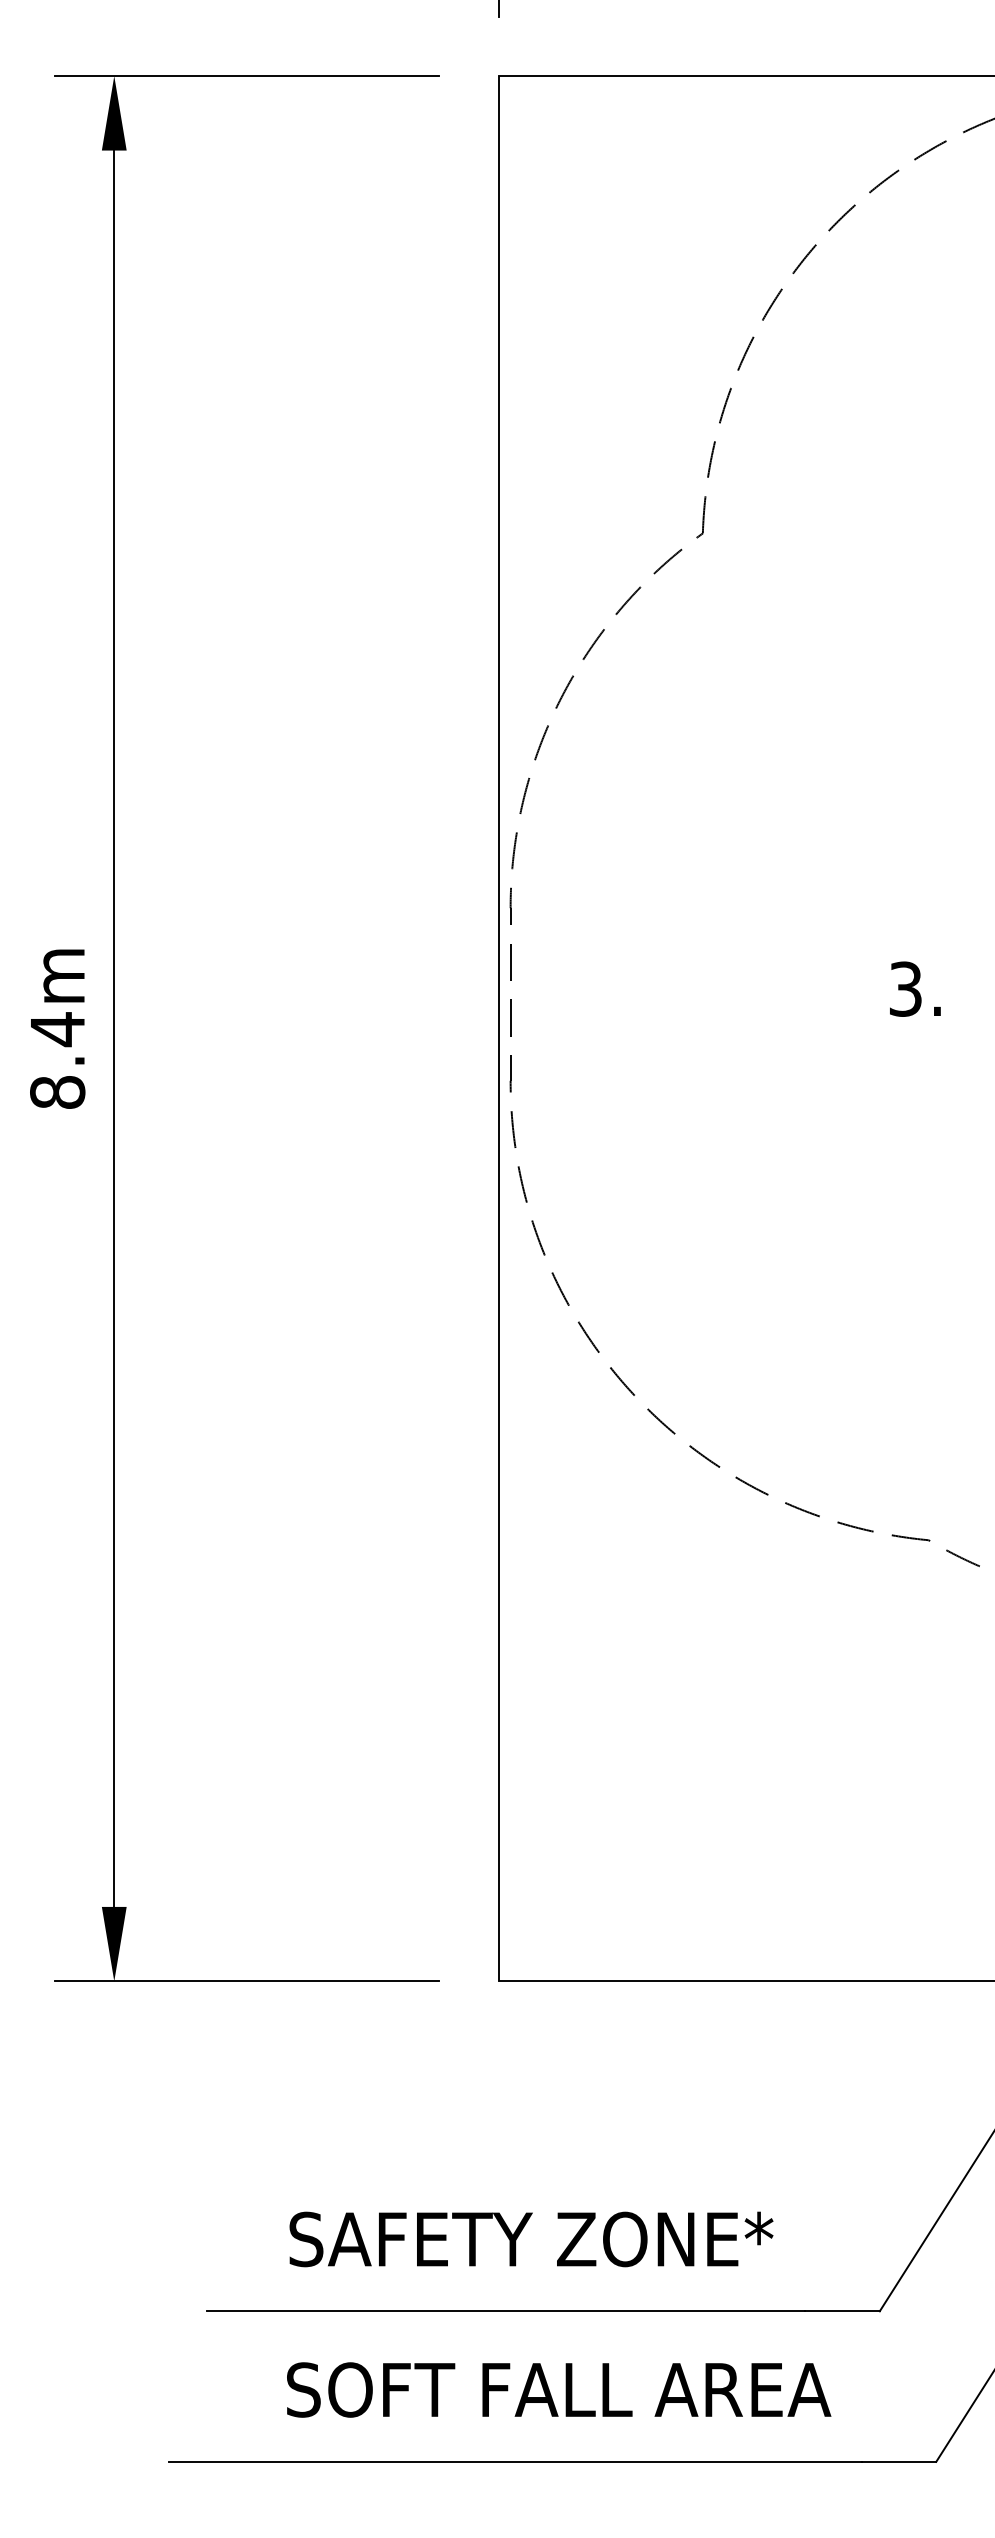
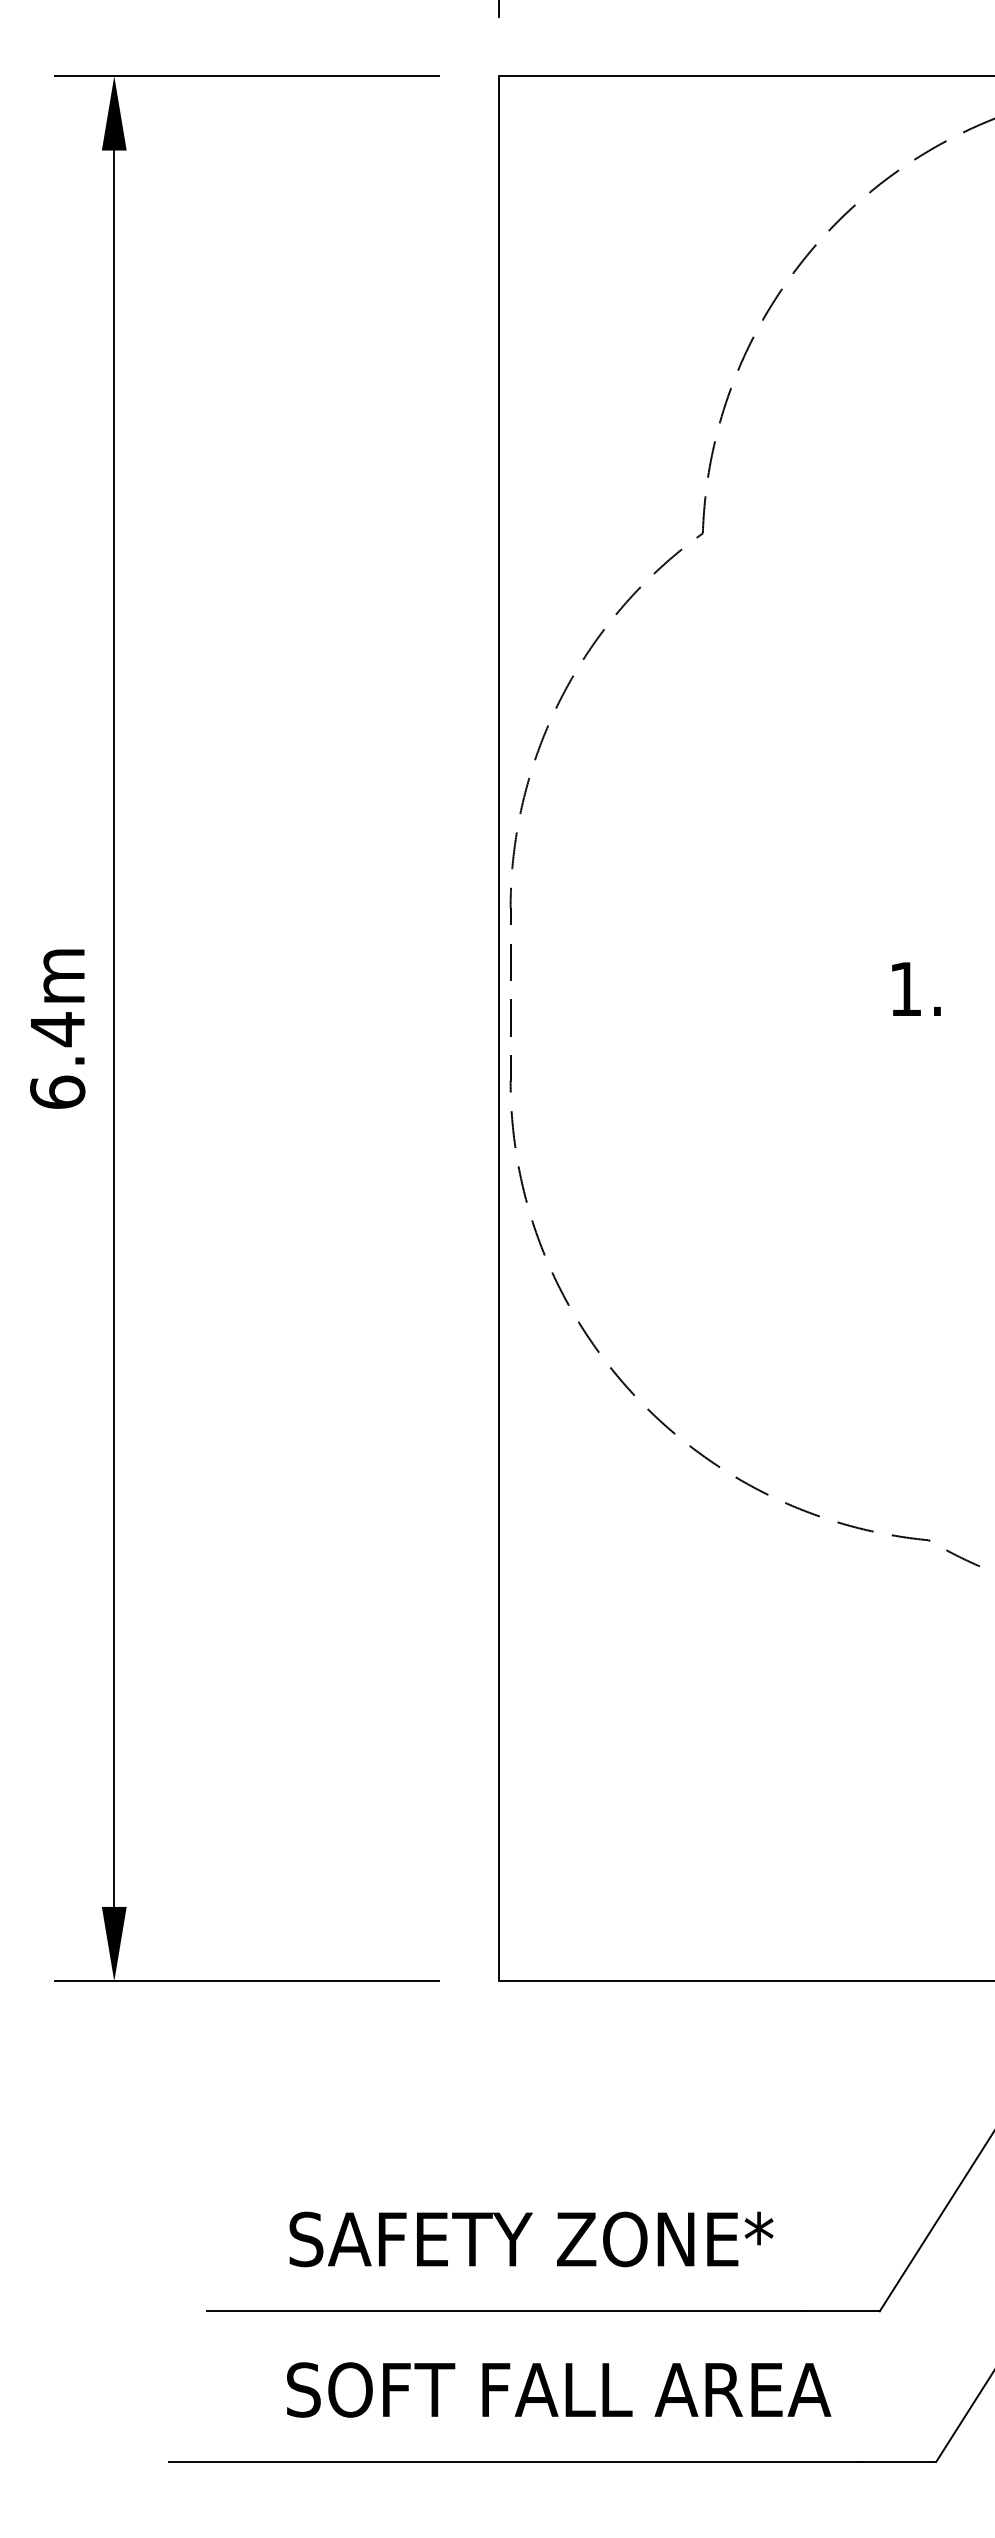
text at (905, 988): 3. -> 1.
text at (57, 1091): 8.4m -> 6.4m
